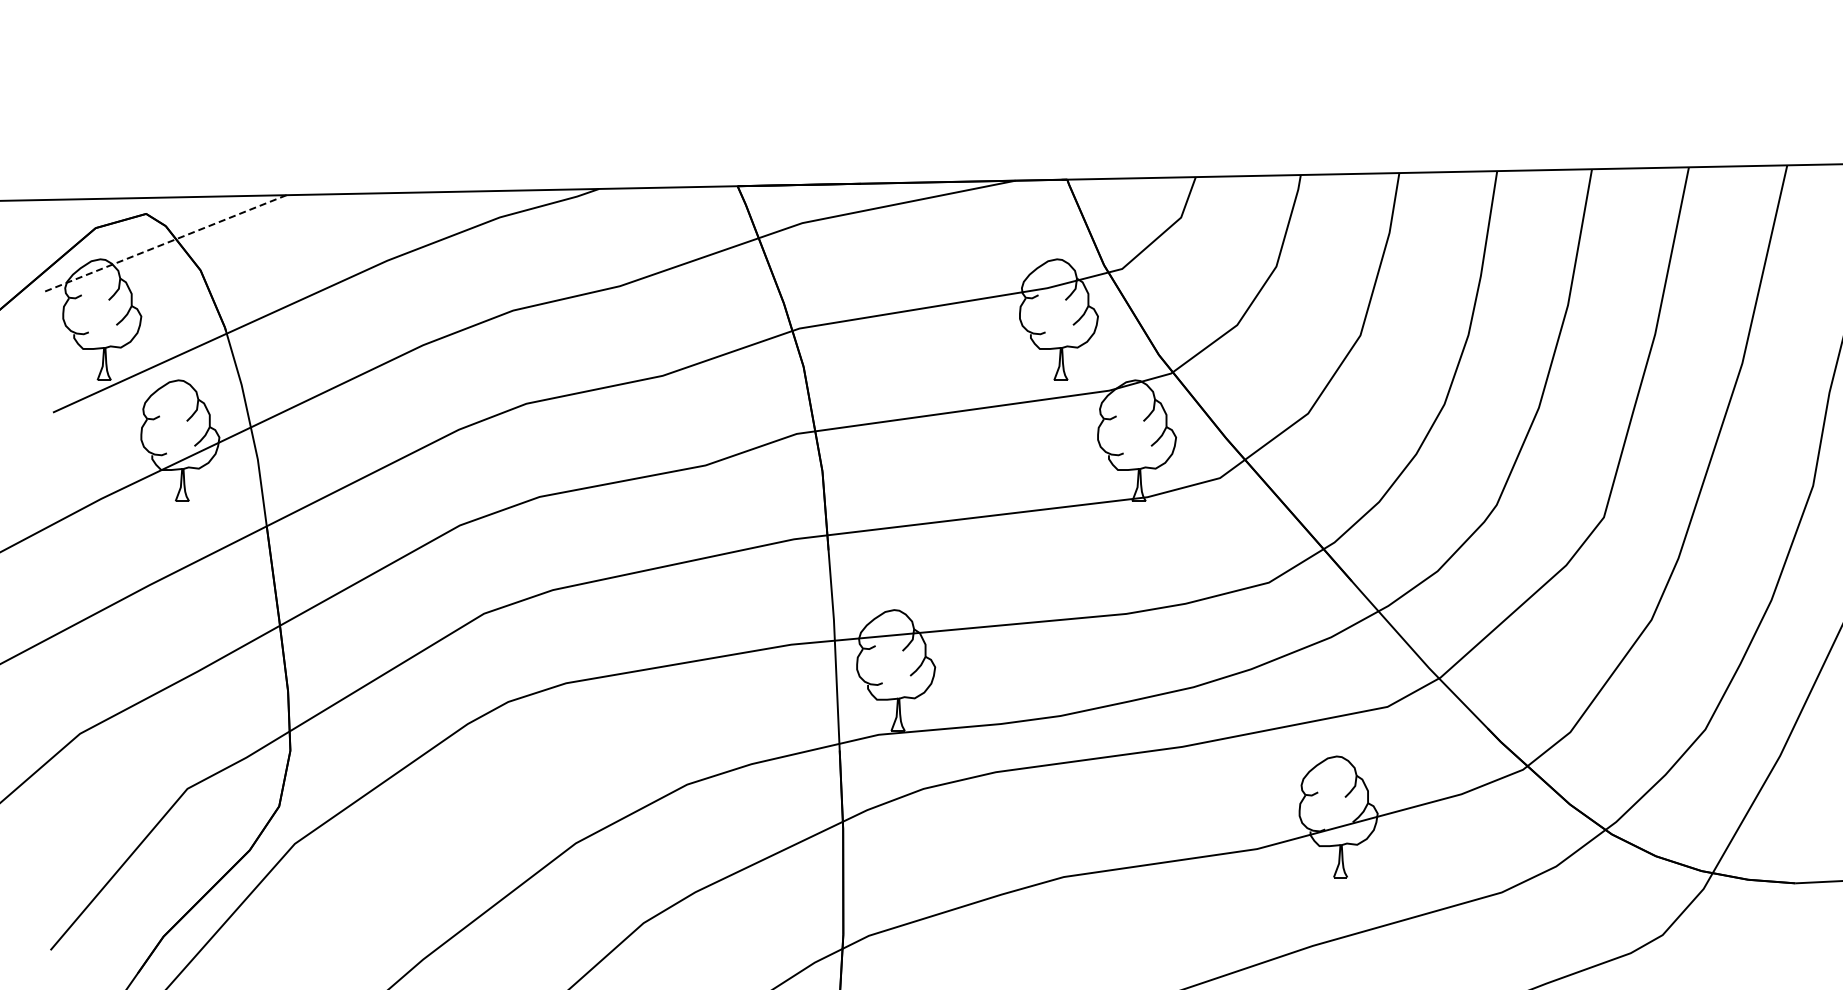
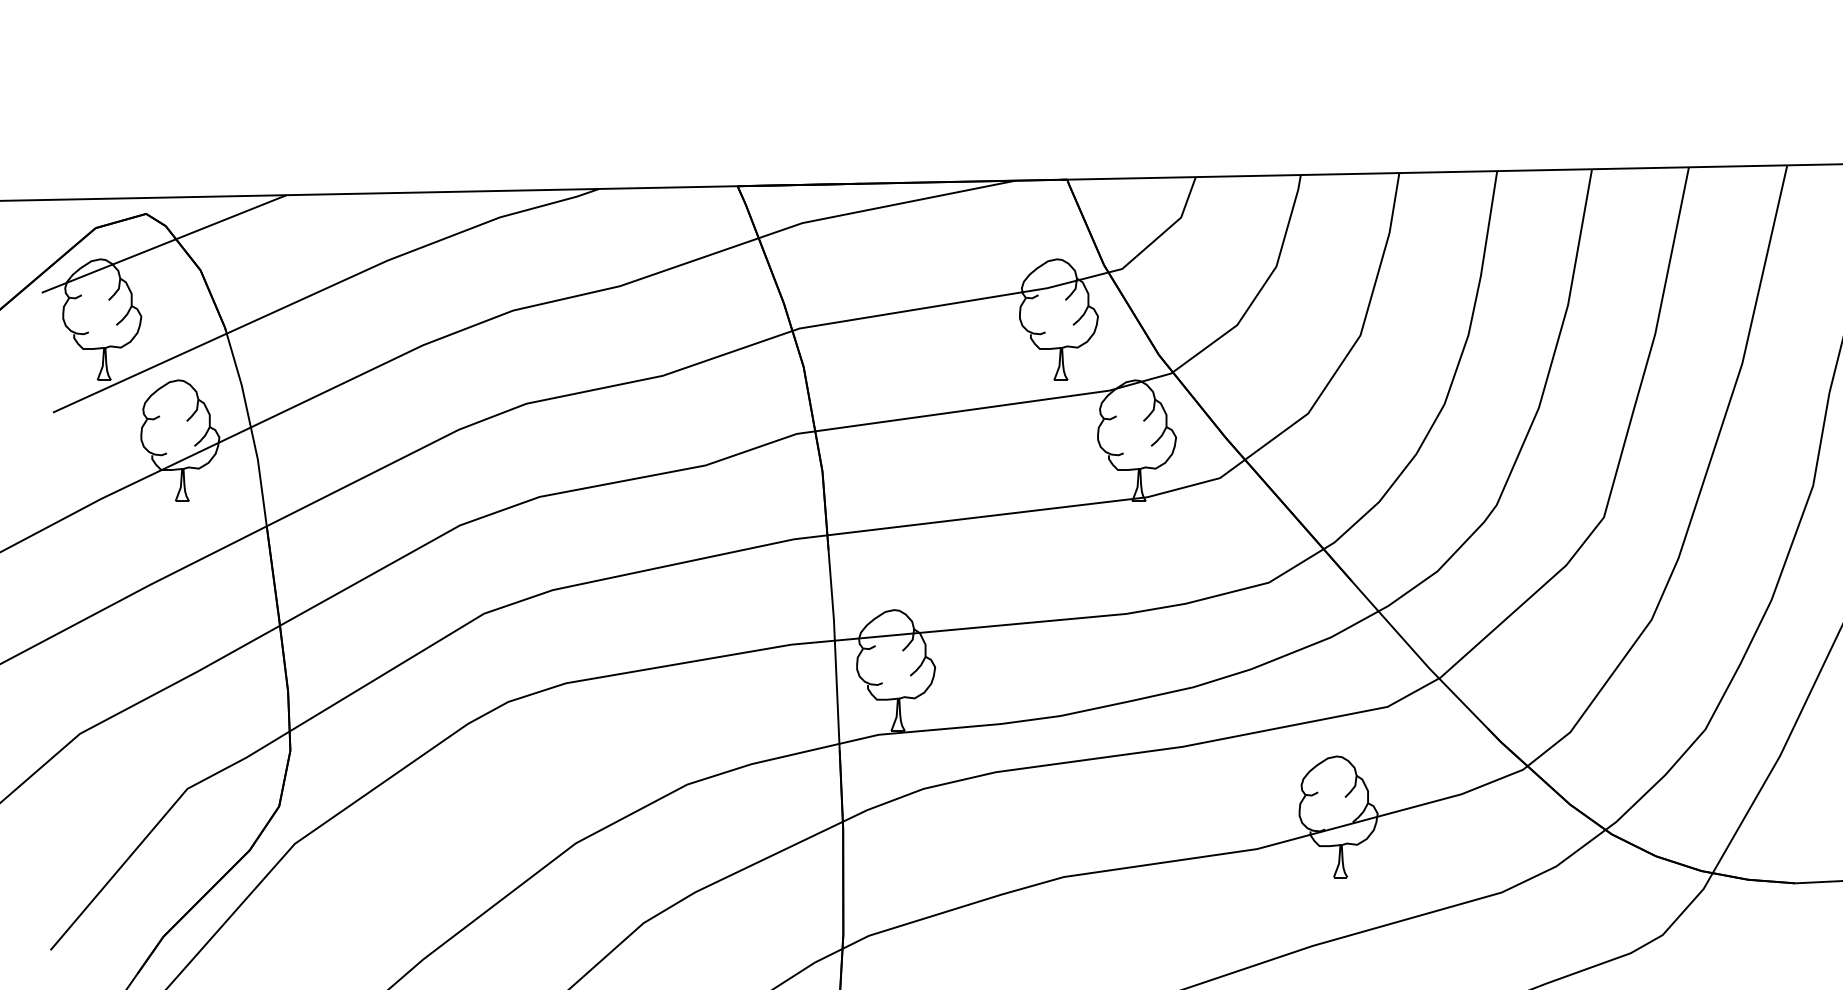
line at (164, 244): dashed -> solid
